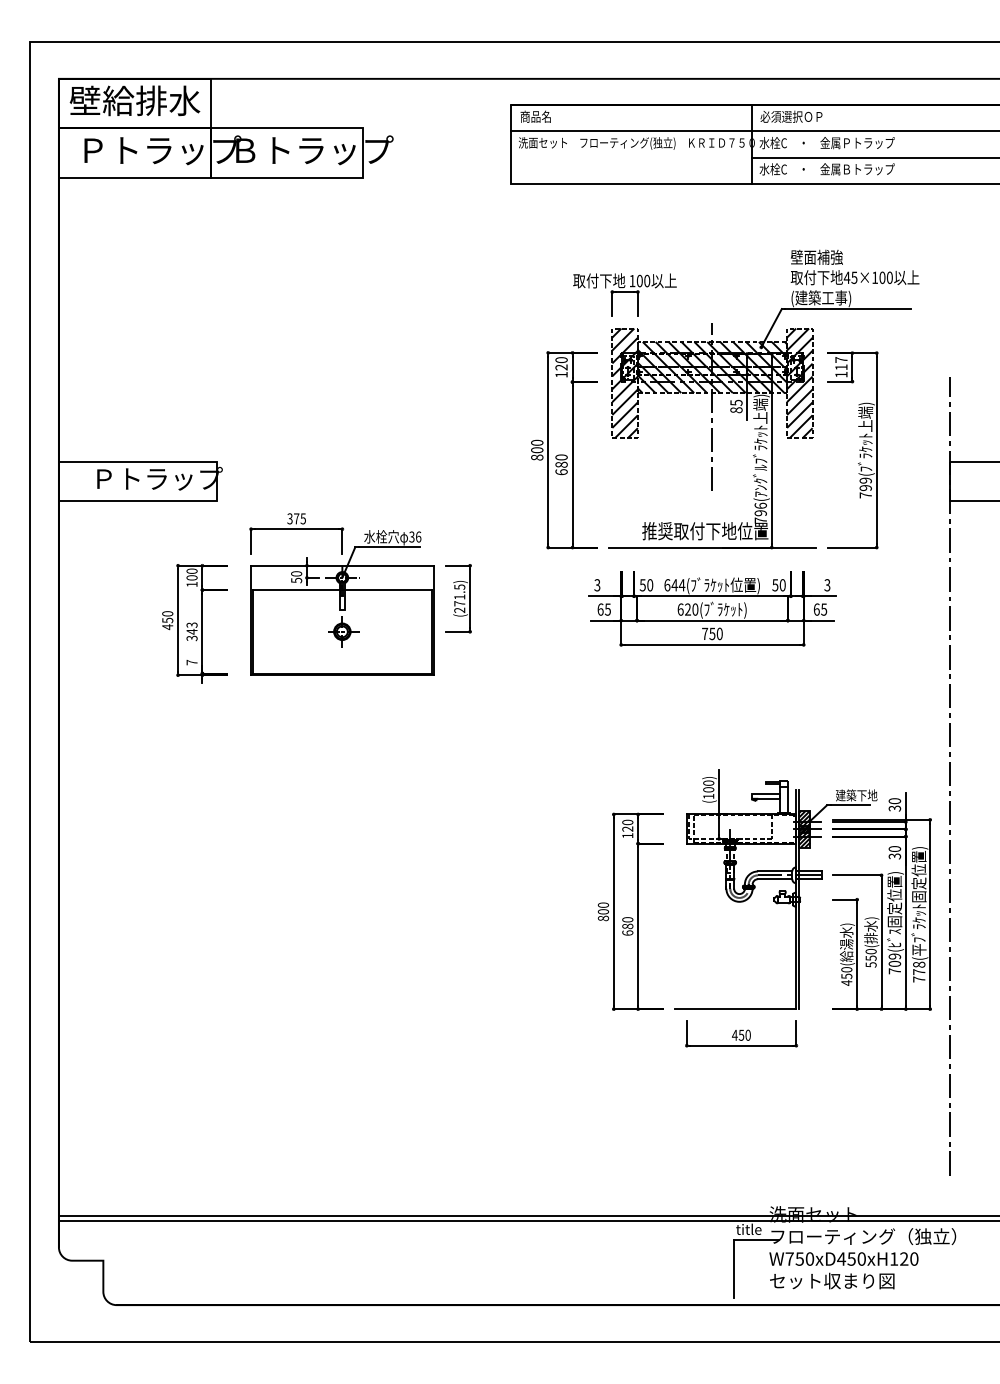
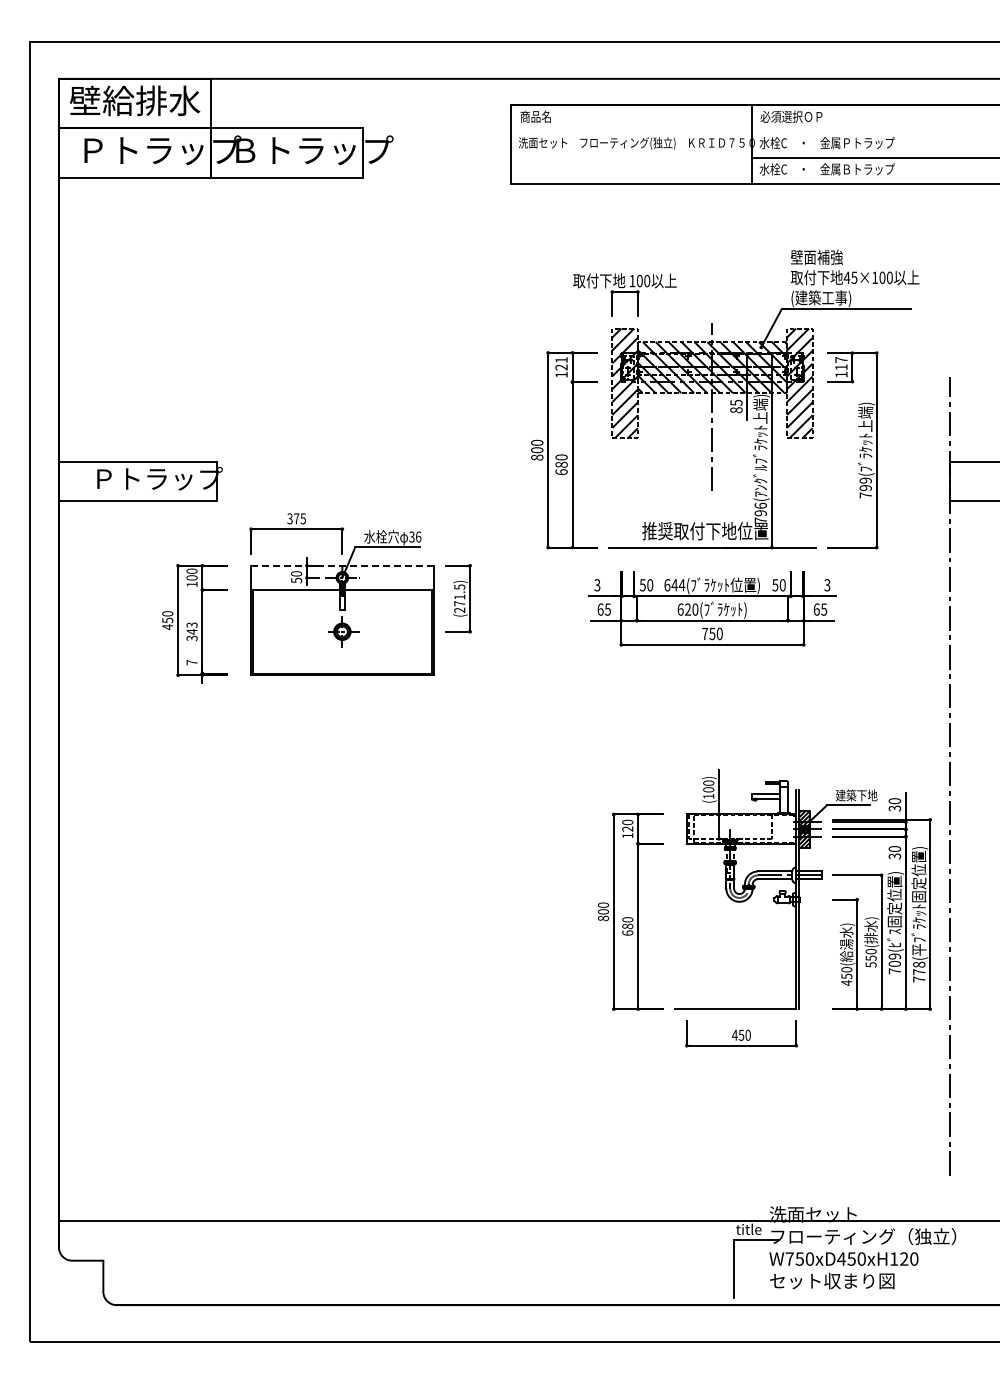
line at (753, 131): present -> none
text at (561, 360): 120 -> 121
line at (342, 565): solid -> dashed
line at (527, 1216): present -> none
